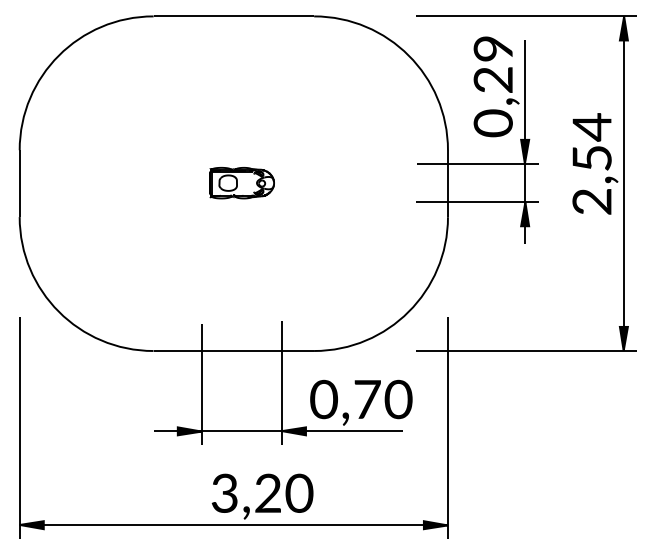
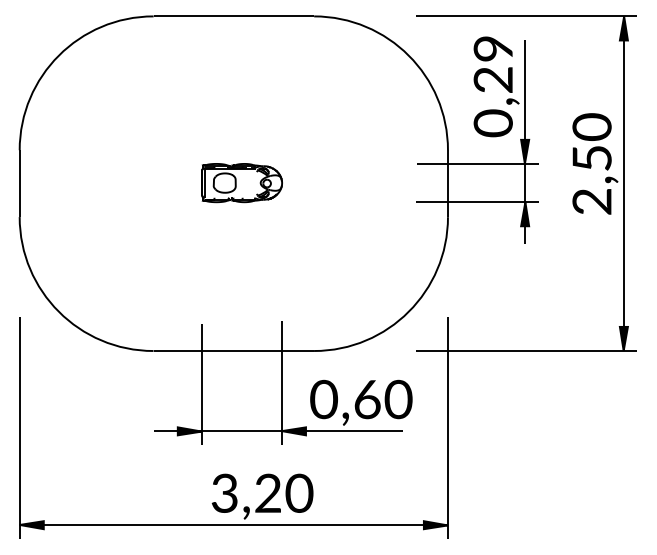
text at (591, 127): 2,54 -> 2,50
part at (241, 183) size: 66x33 px -> 82x41 px
text at (367, 399): 0,70 -> 0,60
